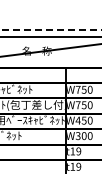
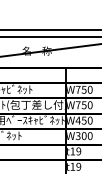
line at (51, 29): dashed -> solid
